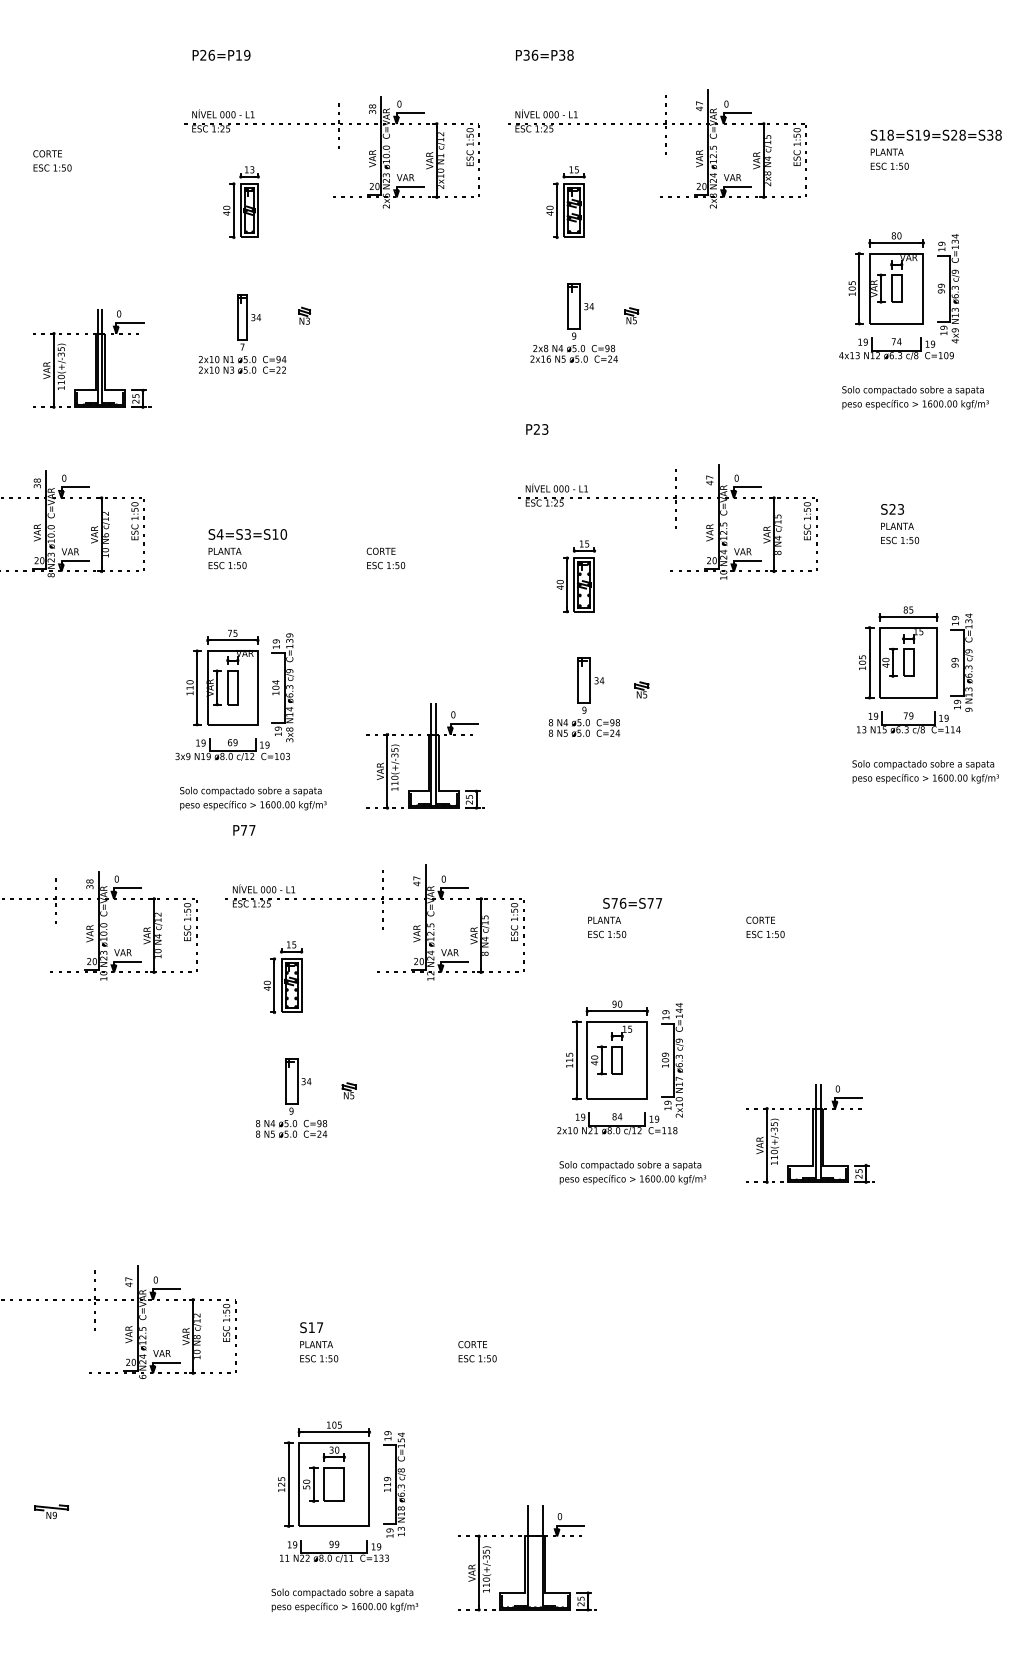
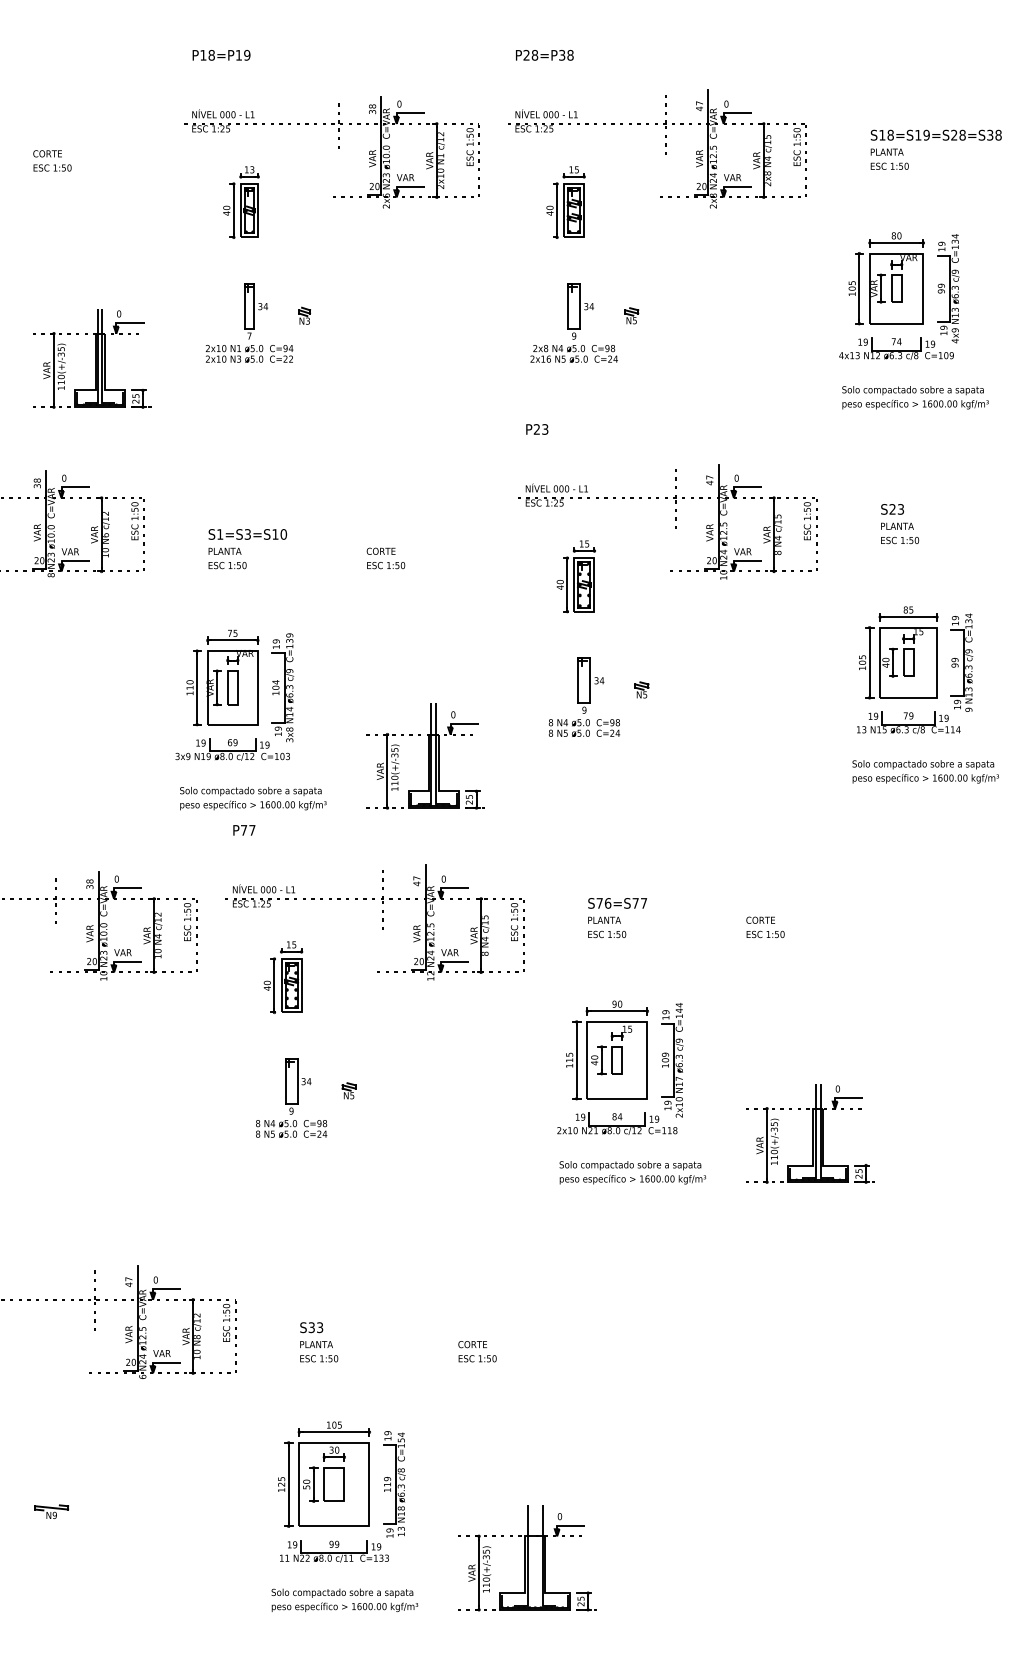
text at (207, 54): P26=P19 -> P18=P19
text at (530, 55): P36=P38 -> P28=P38
part at (242, 333) position: (242, 333) -> (249, 322)
text at (219, 534): S4=S3=S10 -> S1=S3=S10
text at (632, 903) position: (632, 903) -> (617, 903)
text at (315, 1327): S17 -> S33
